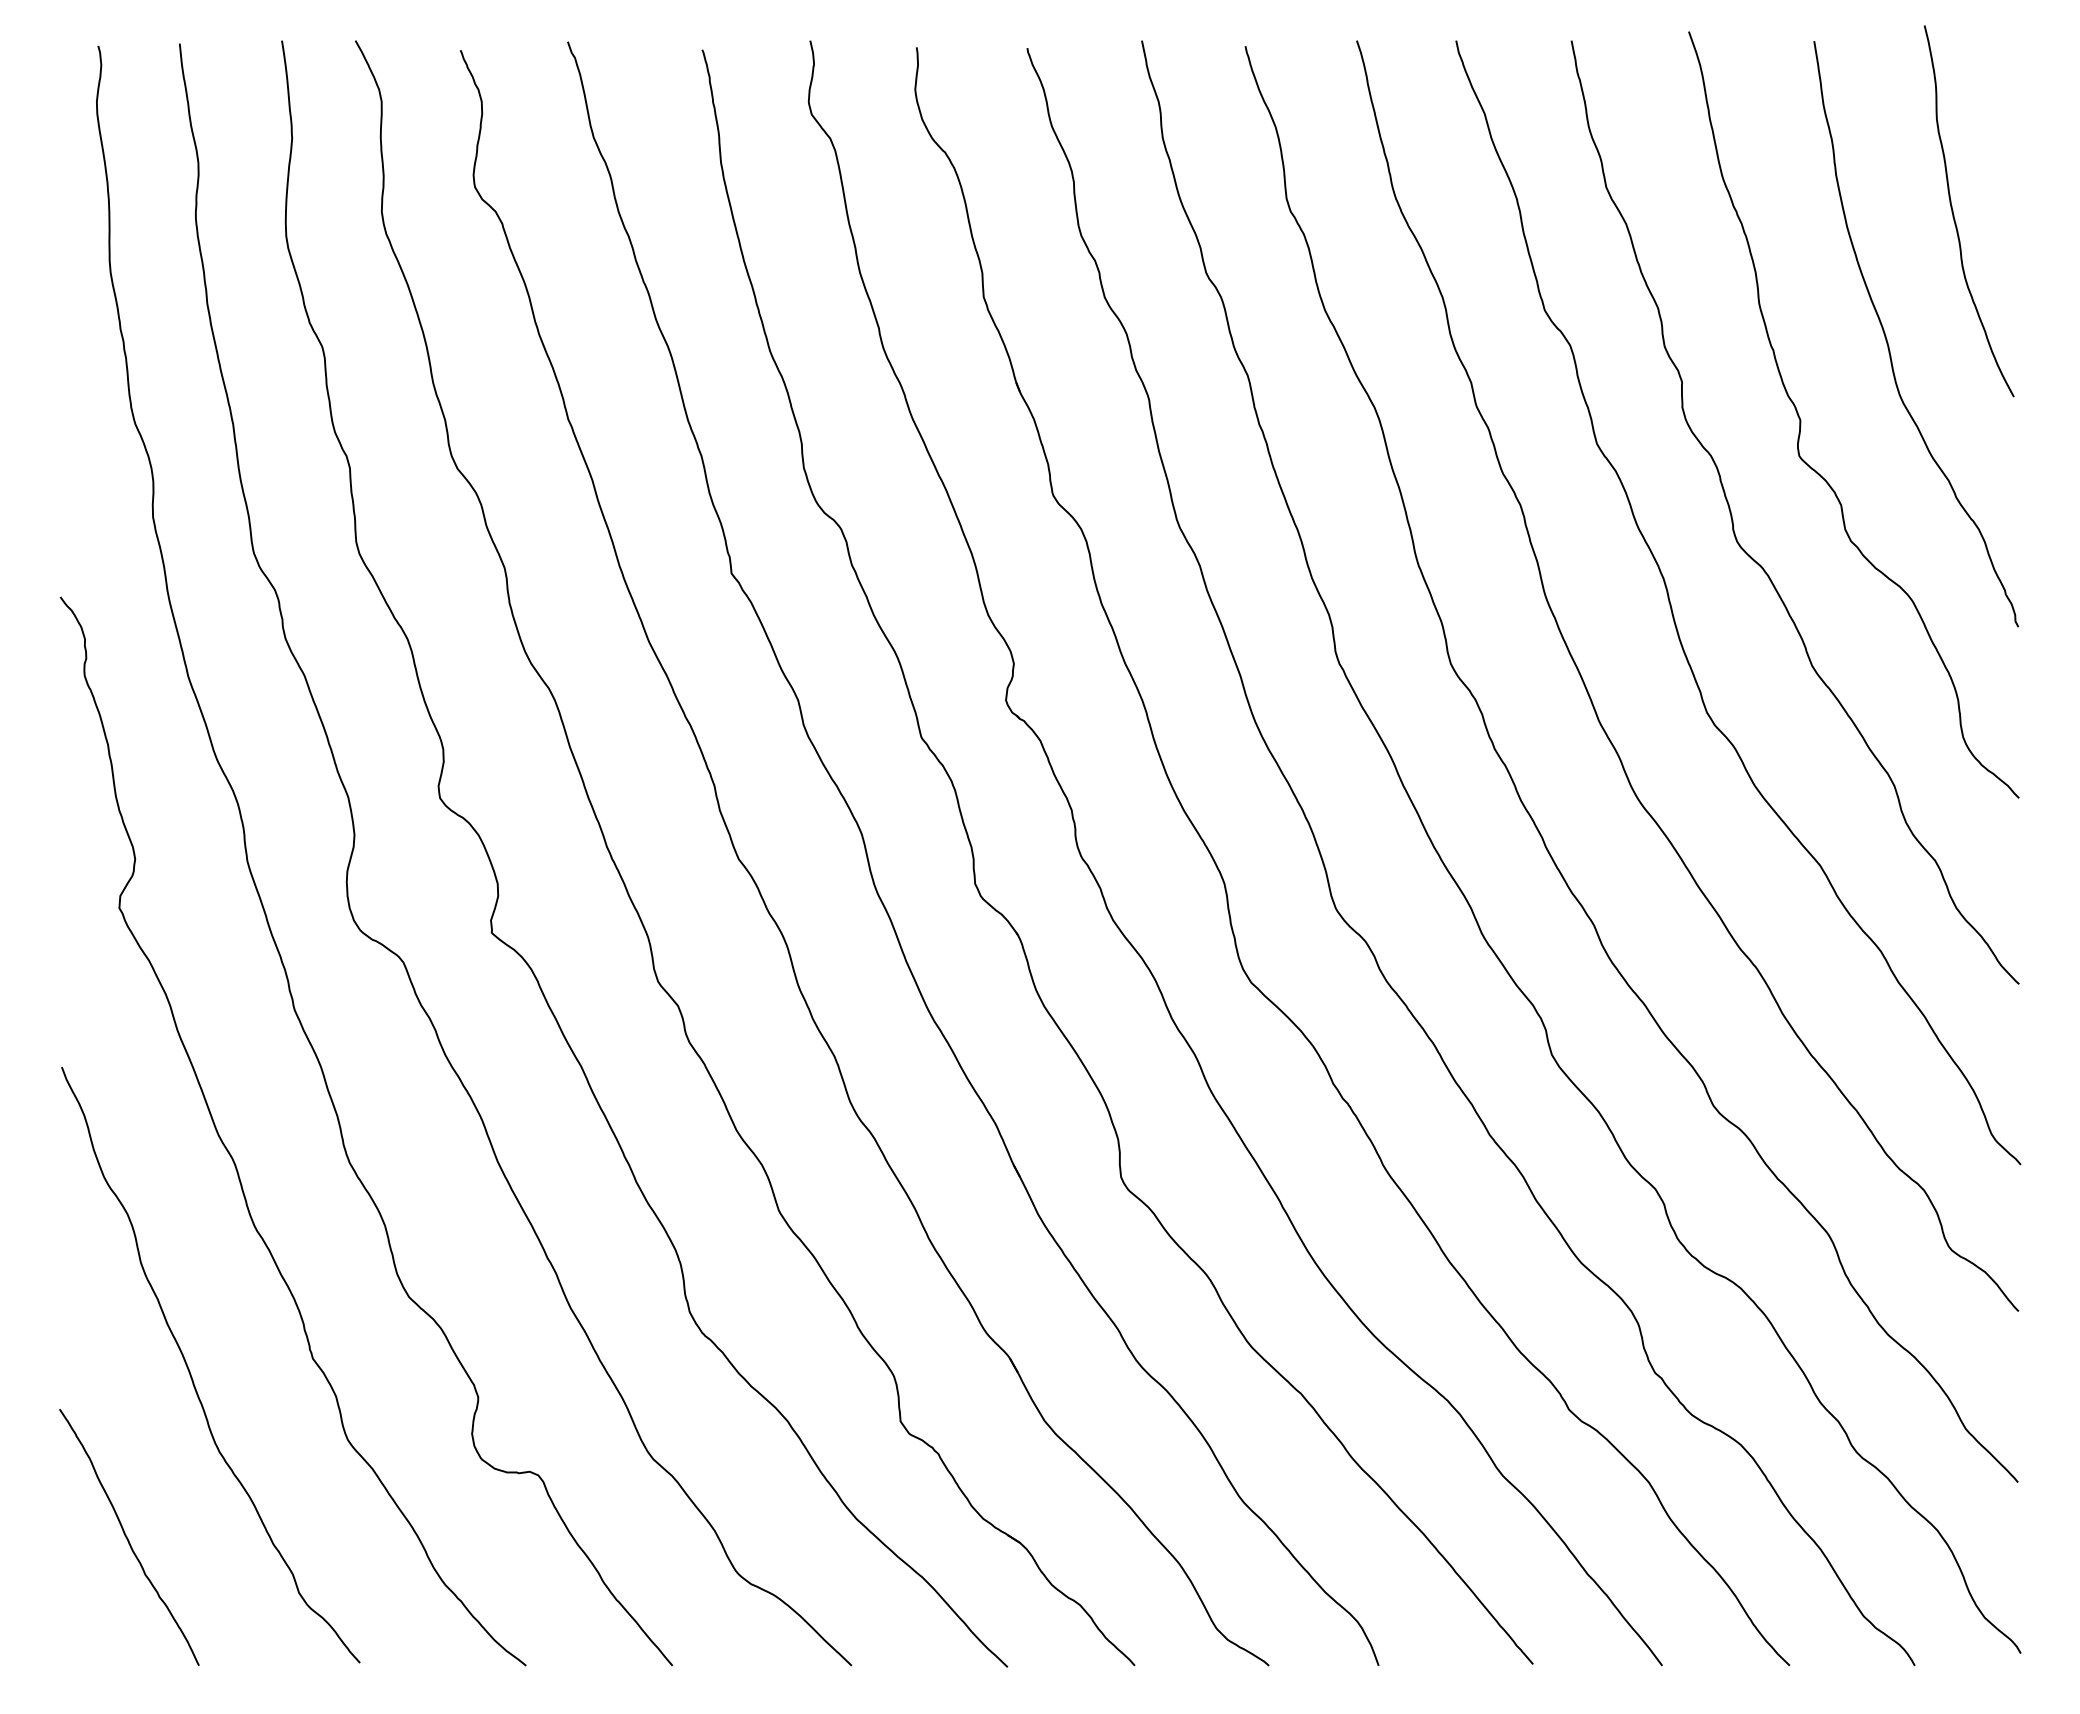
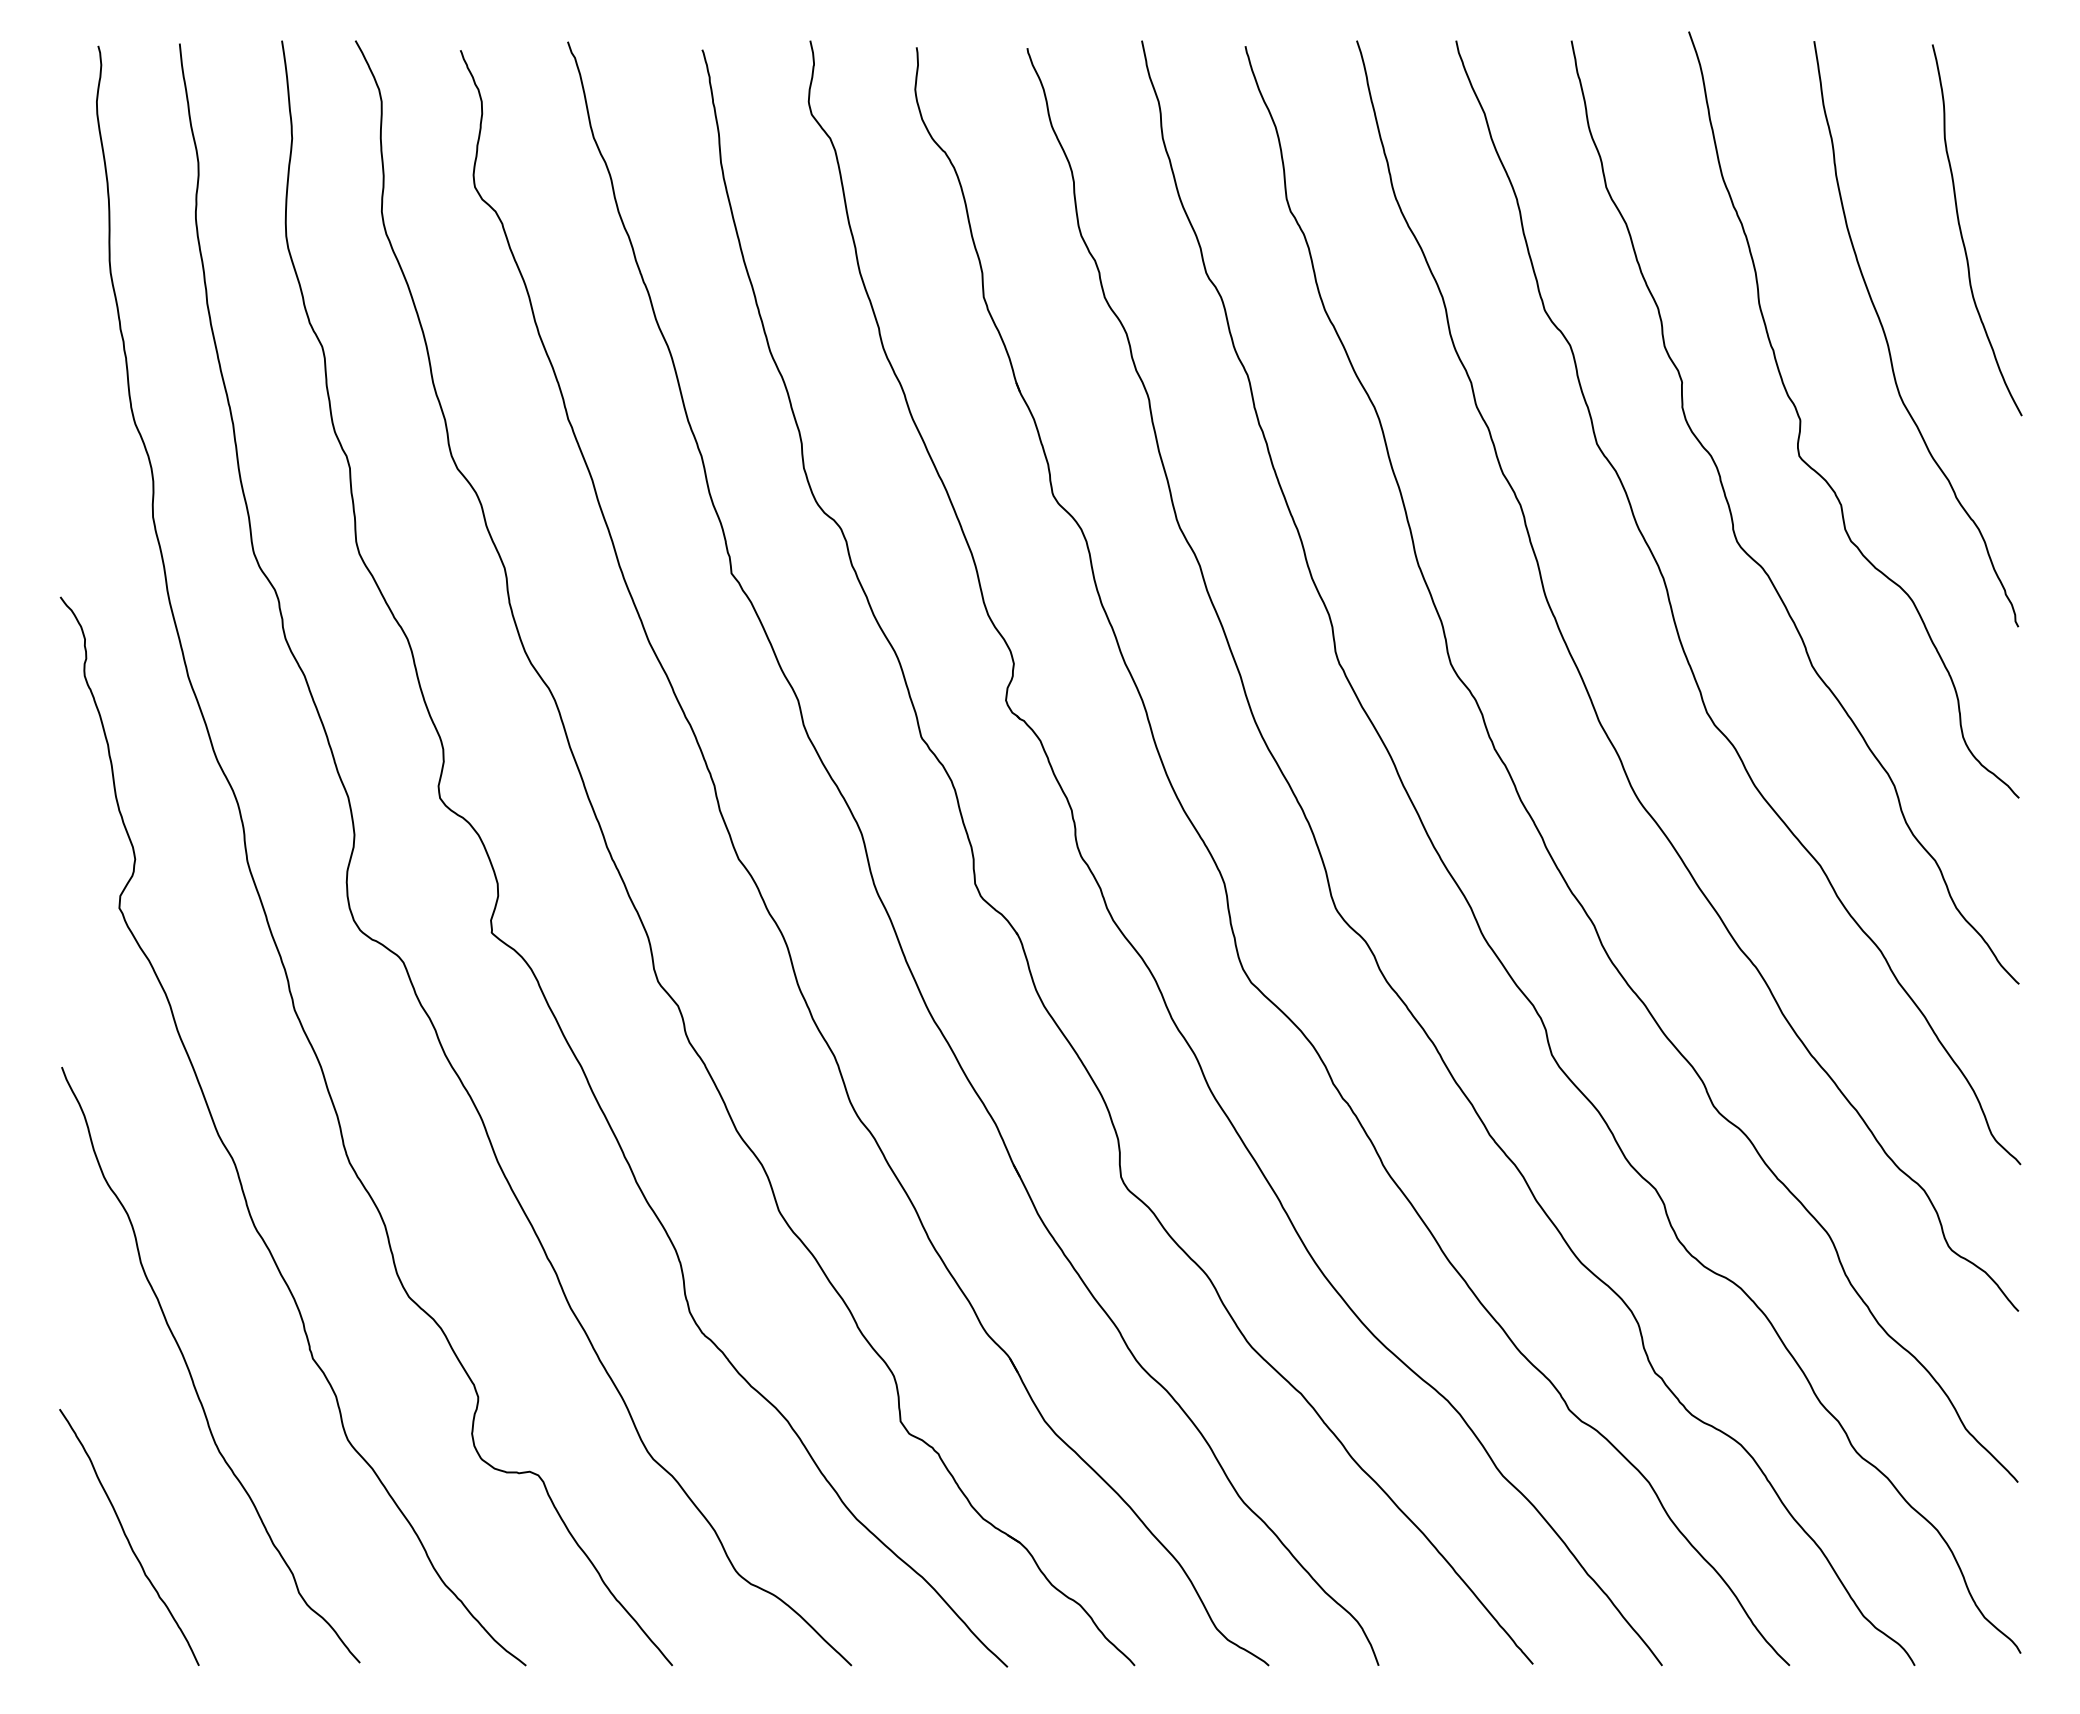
curve at (1954, 214) position: (1954, 214) -> (1962, 233)
